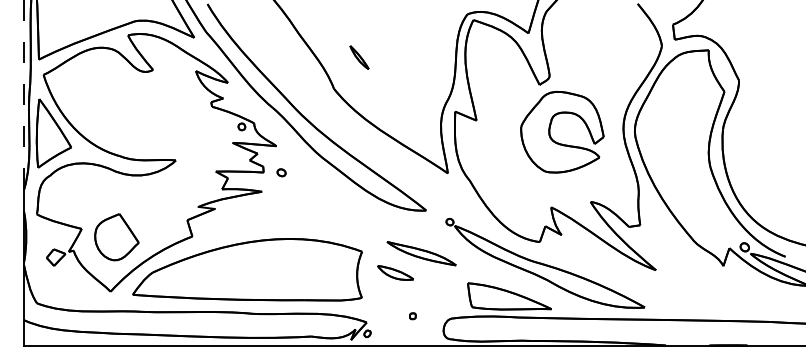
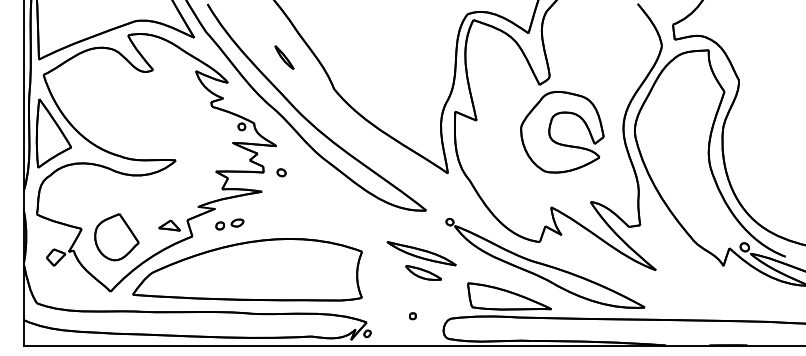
part at (359, 57) position: (359, 57) -> (284, 57)
line at (24, 94): dashed -> solid
part at (229, 224): none -> present
part at (169, 225): none -> present
part at (395, 272) position: (395, 272) -> (423, 272)
